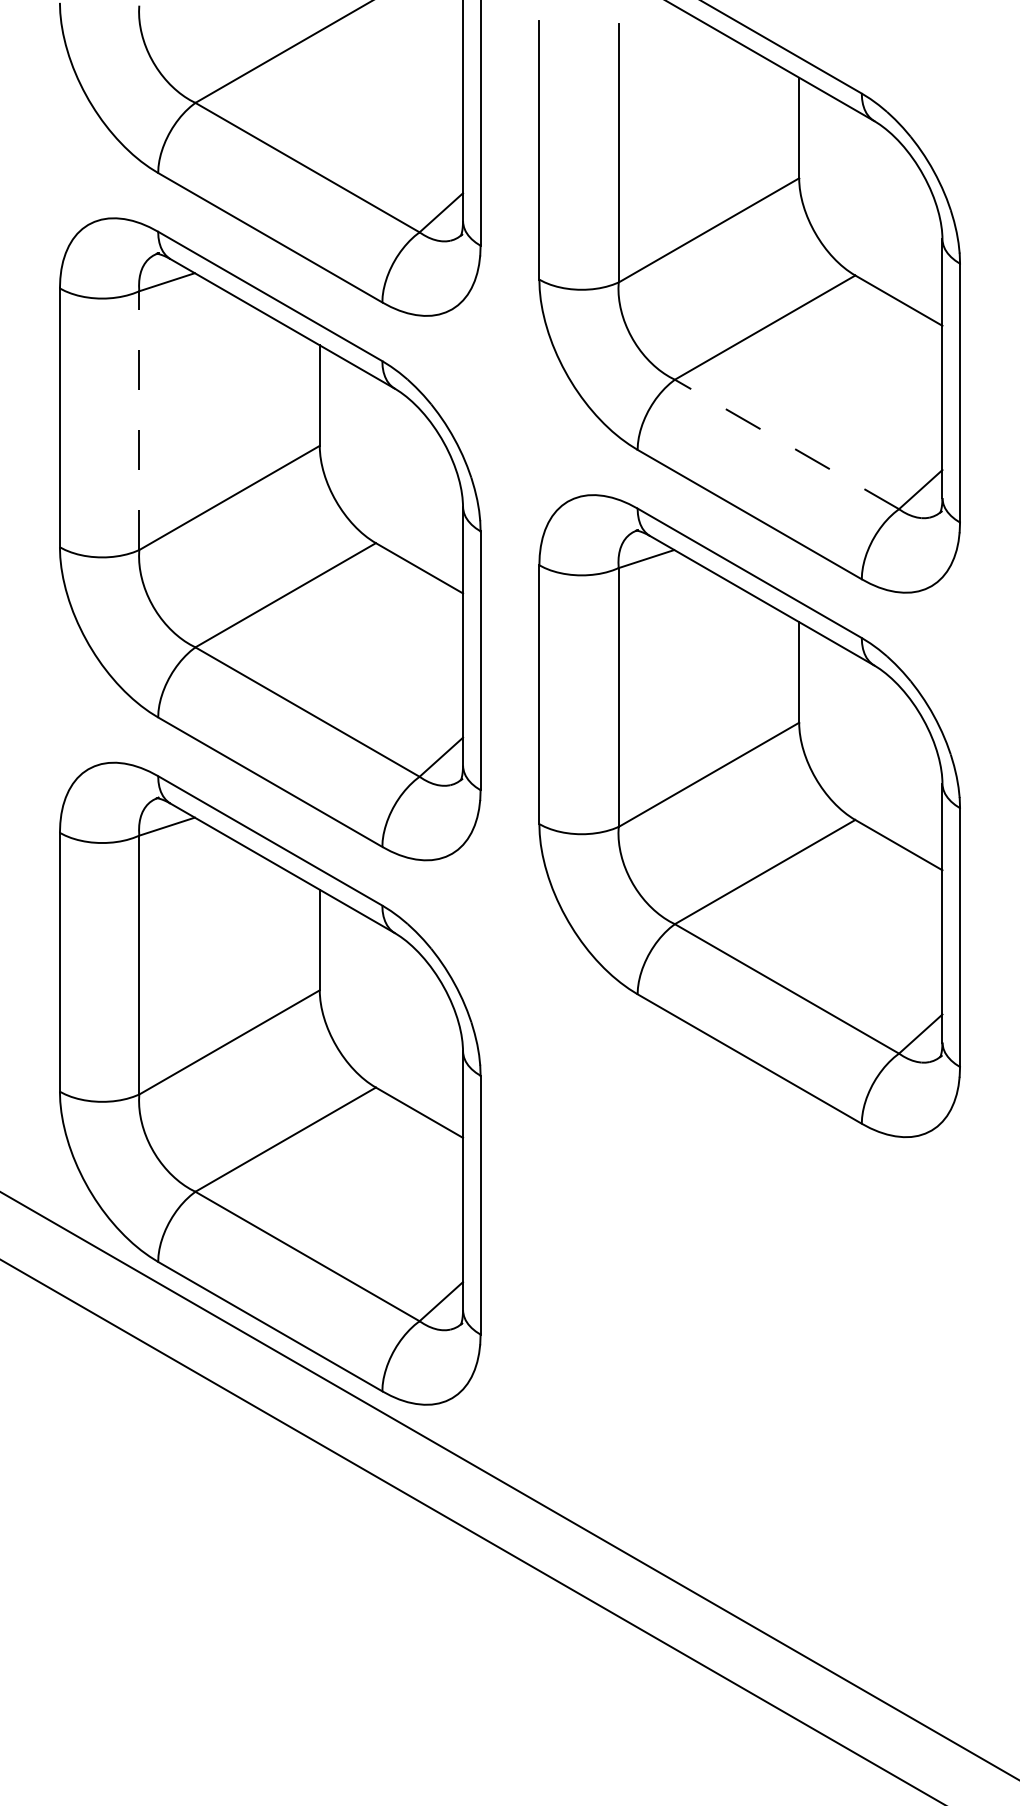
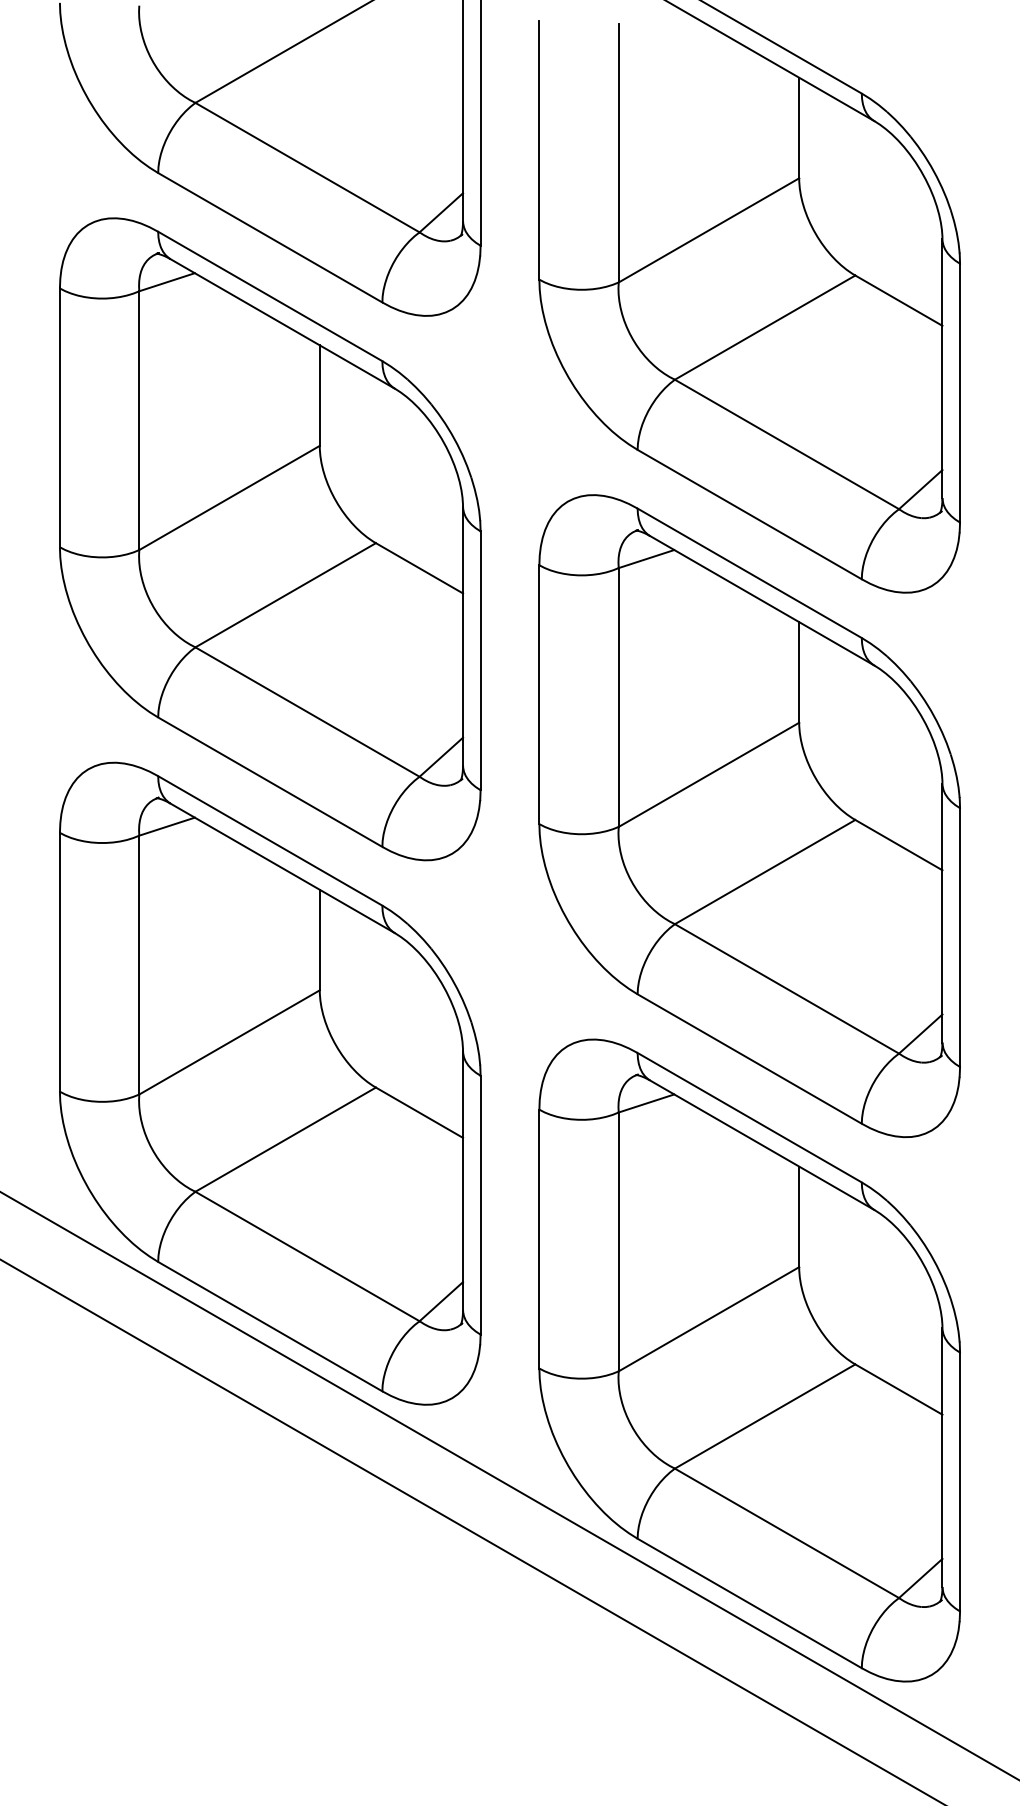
line at (139, 420): dashed -> solid
line at (786, 444): dashed -> solid
part at (749, 1360): none -> present
